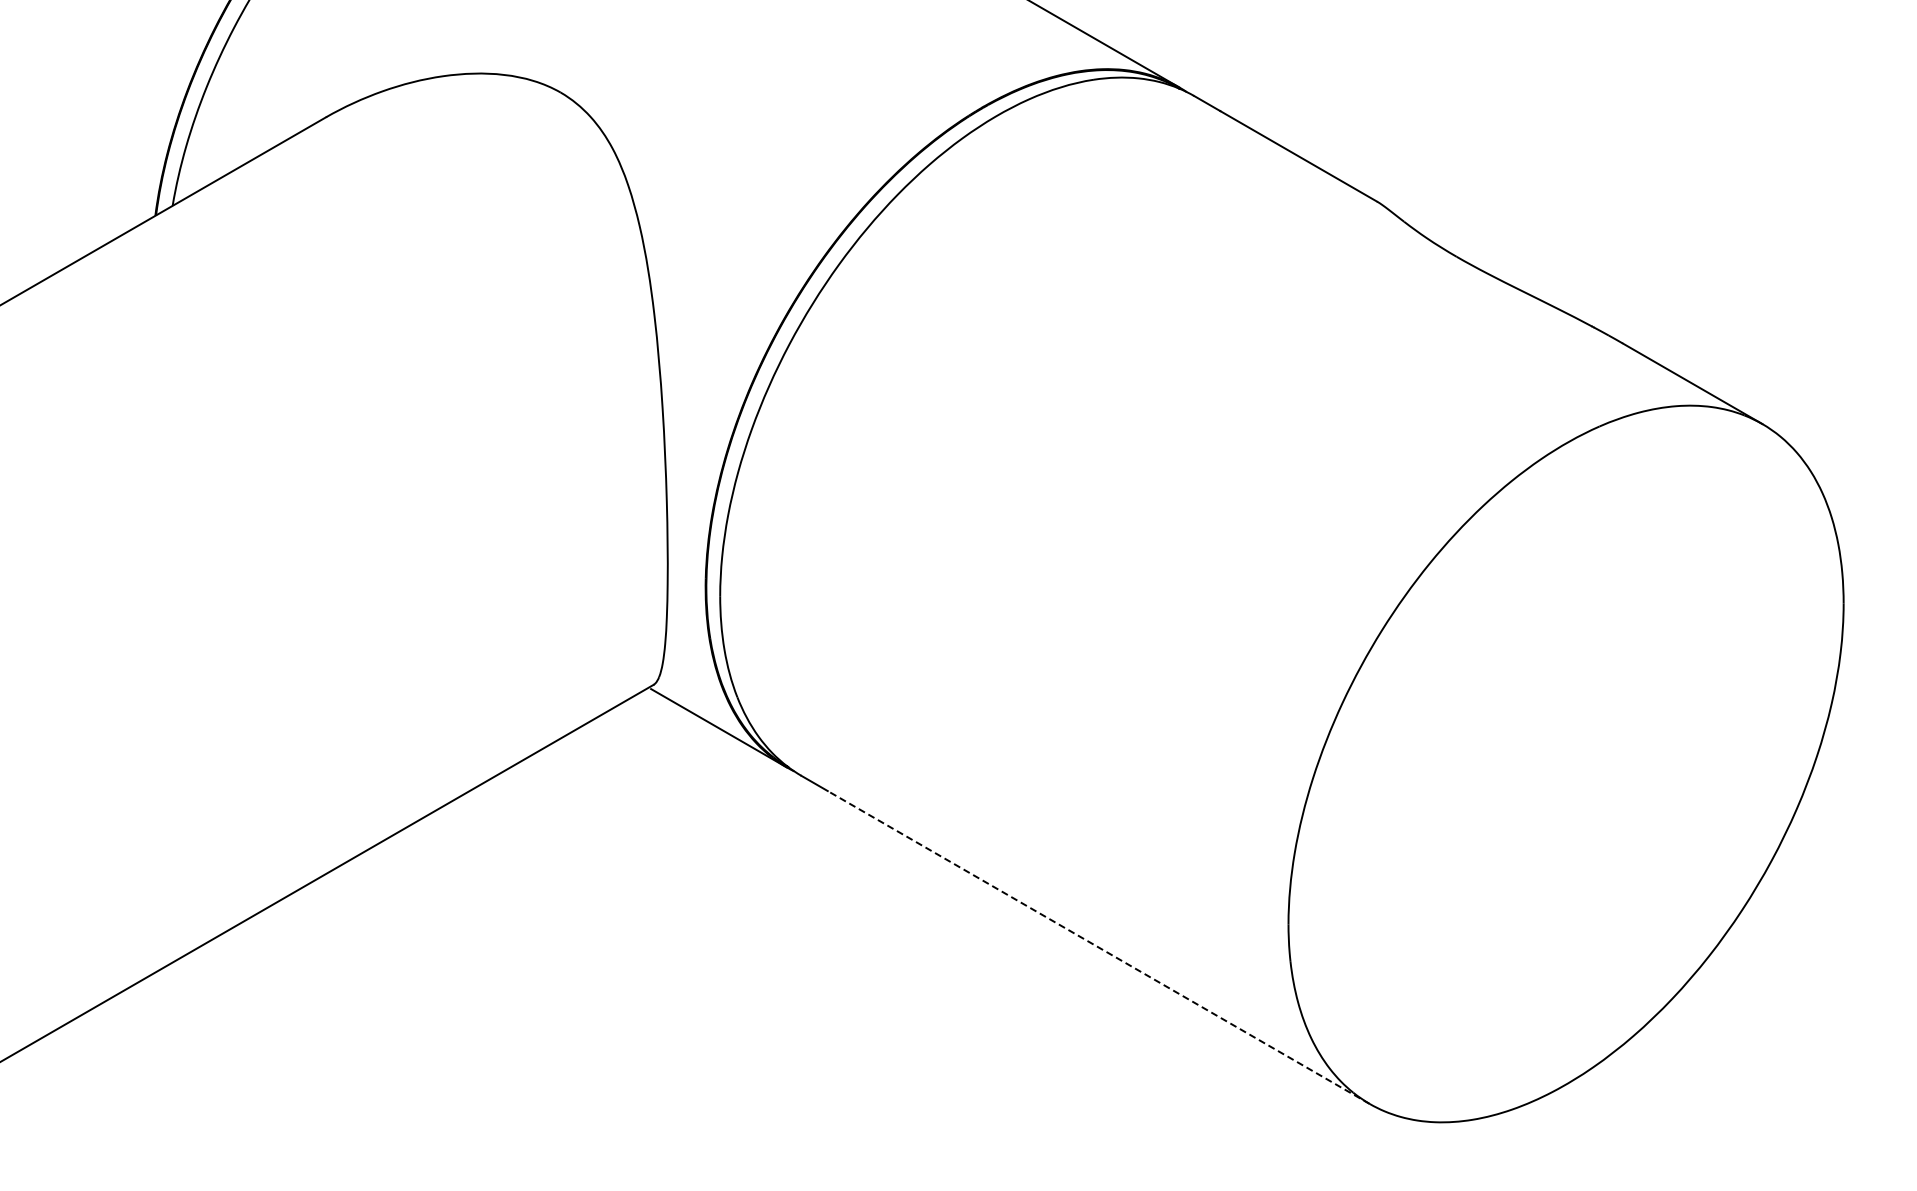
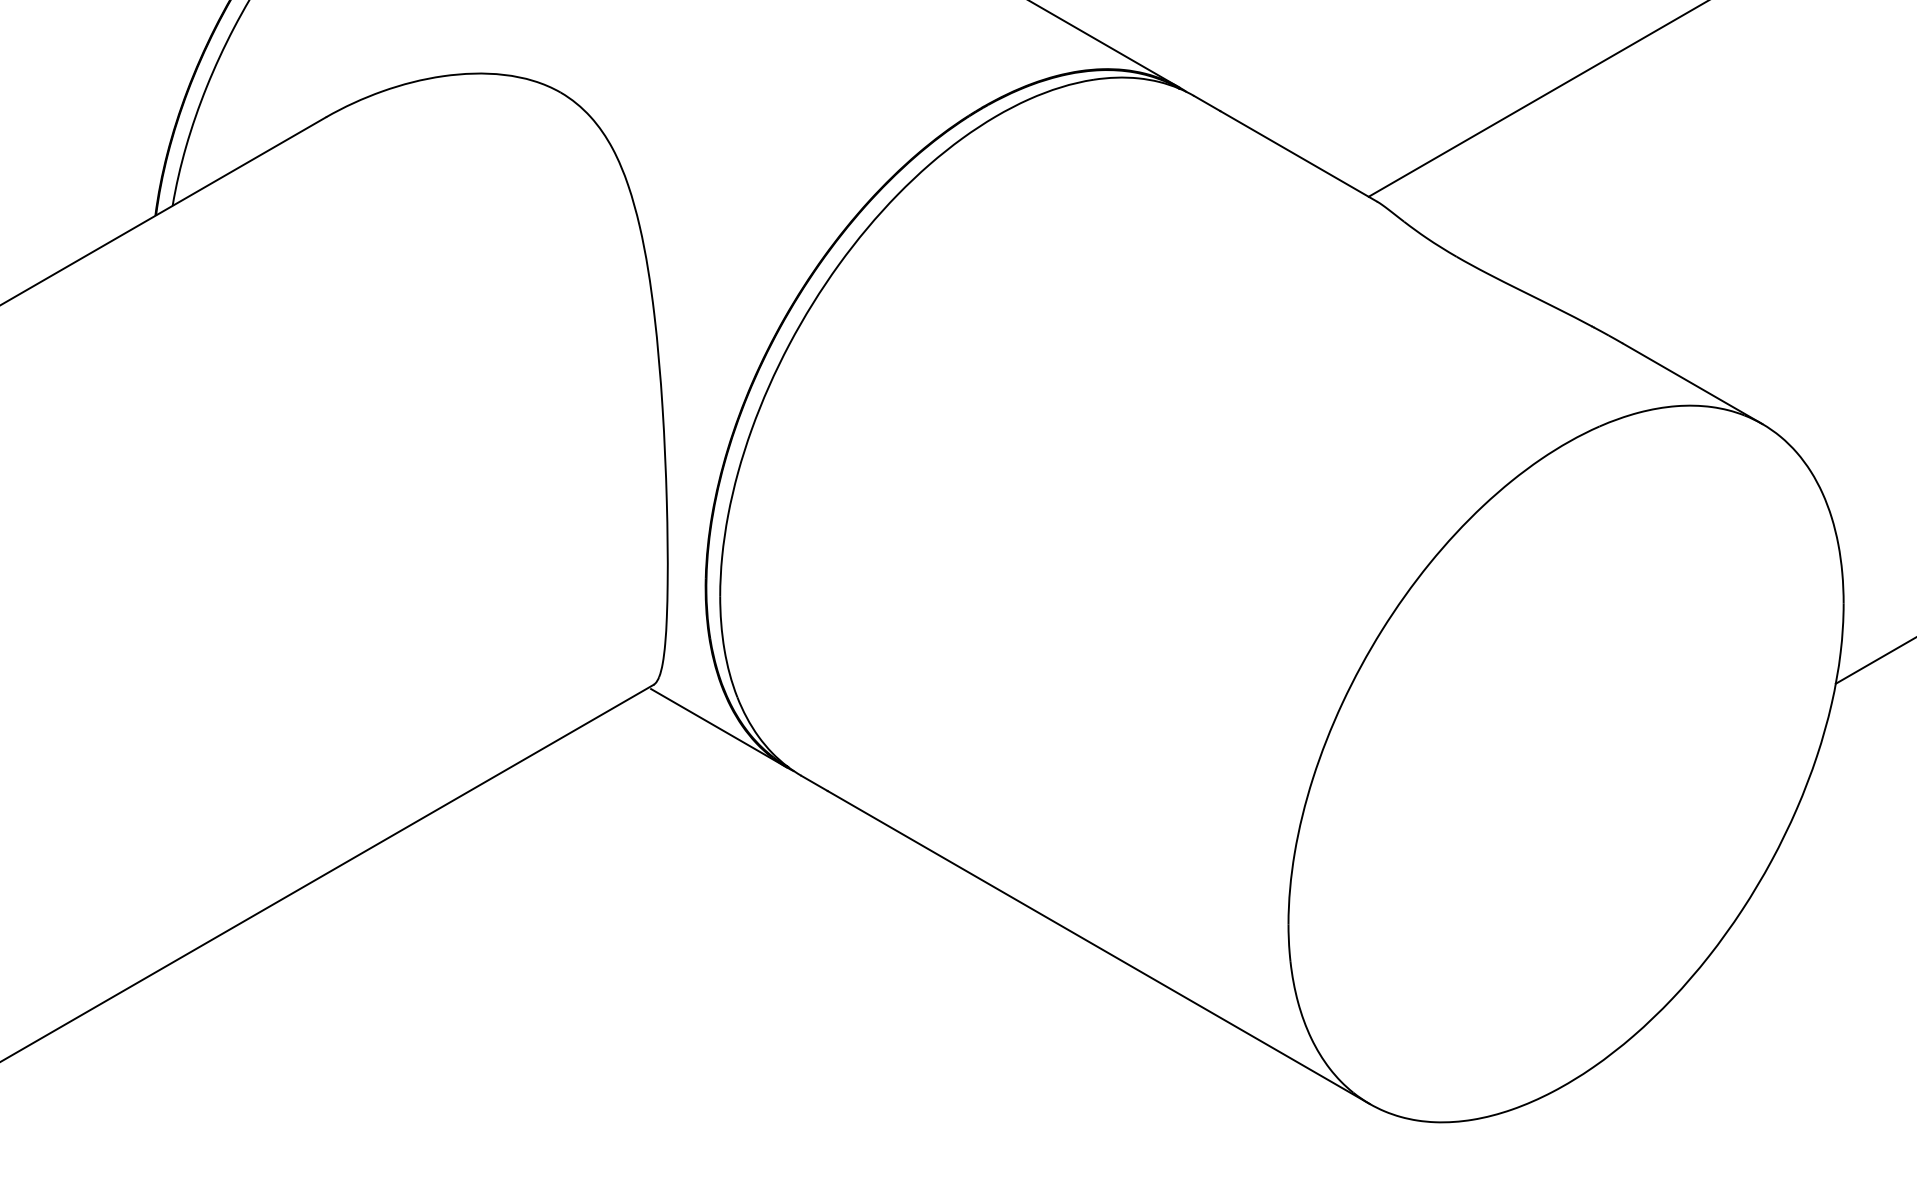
line at (1536, 99): none -> present
line at (1874, 660): none -> present
line at (1098, 947): dashed -> solid
